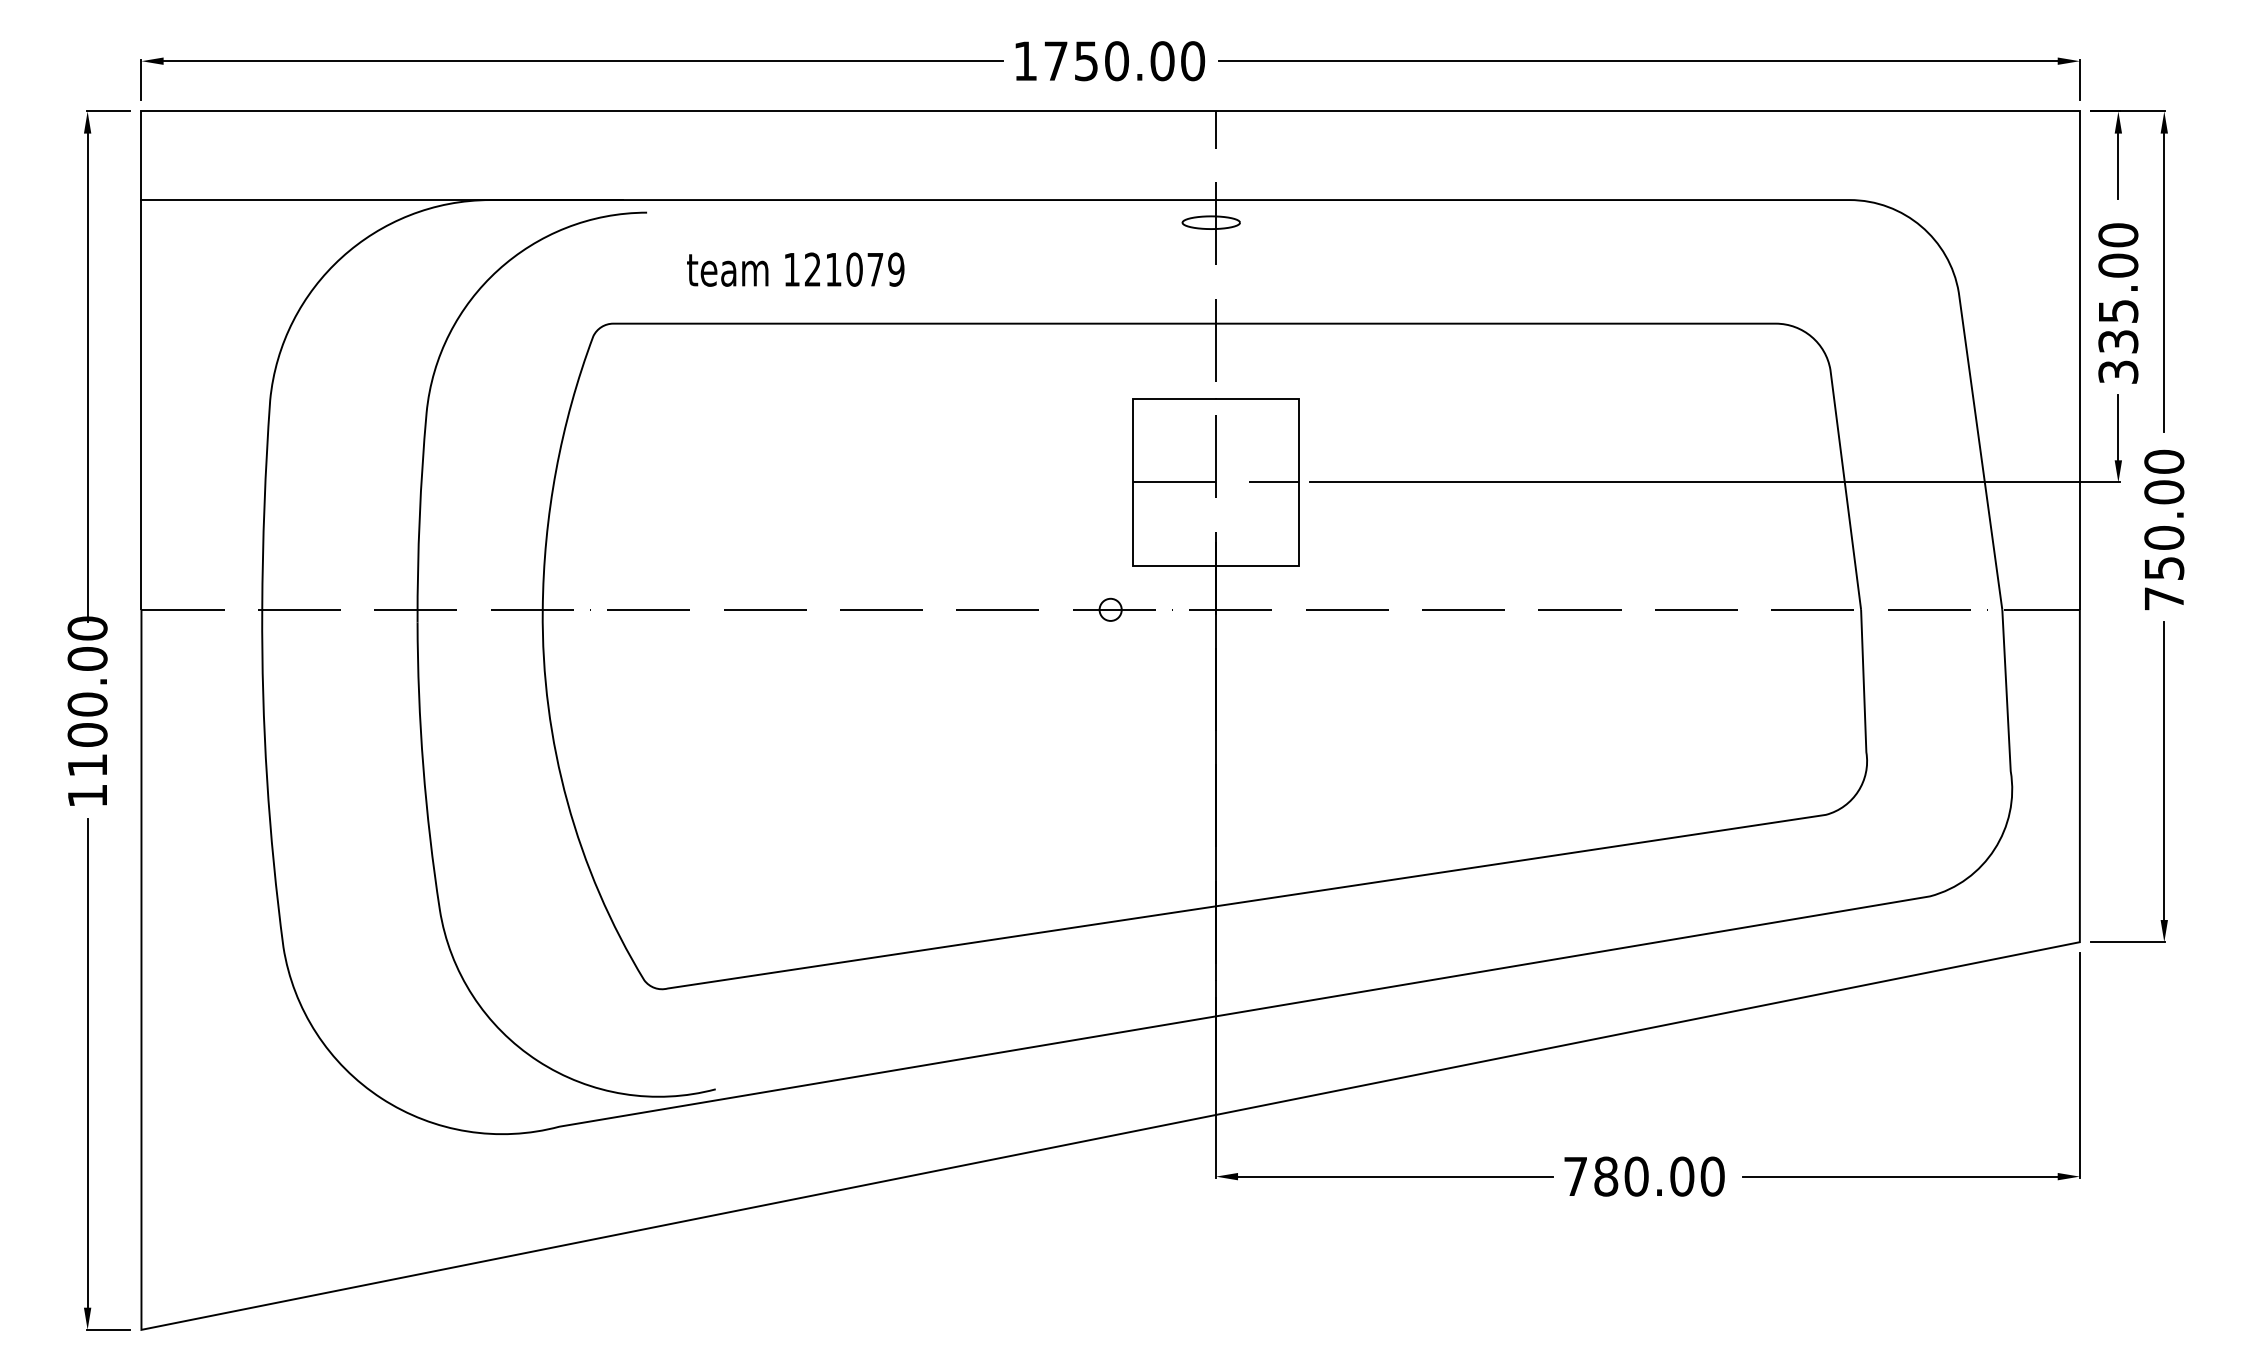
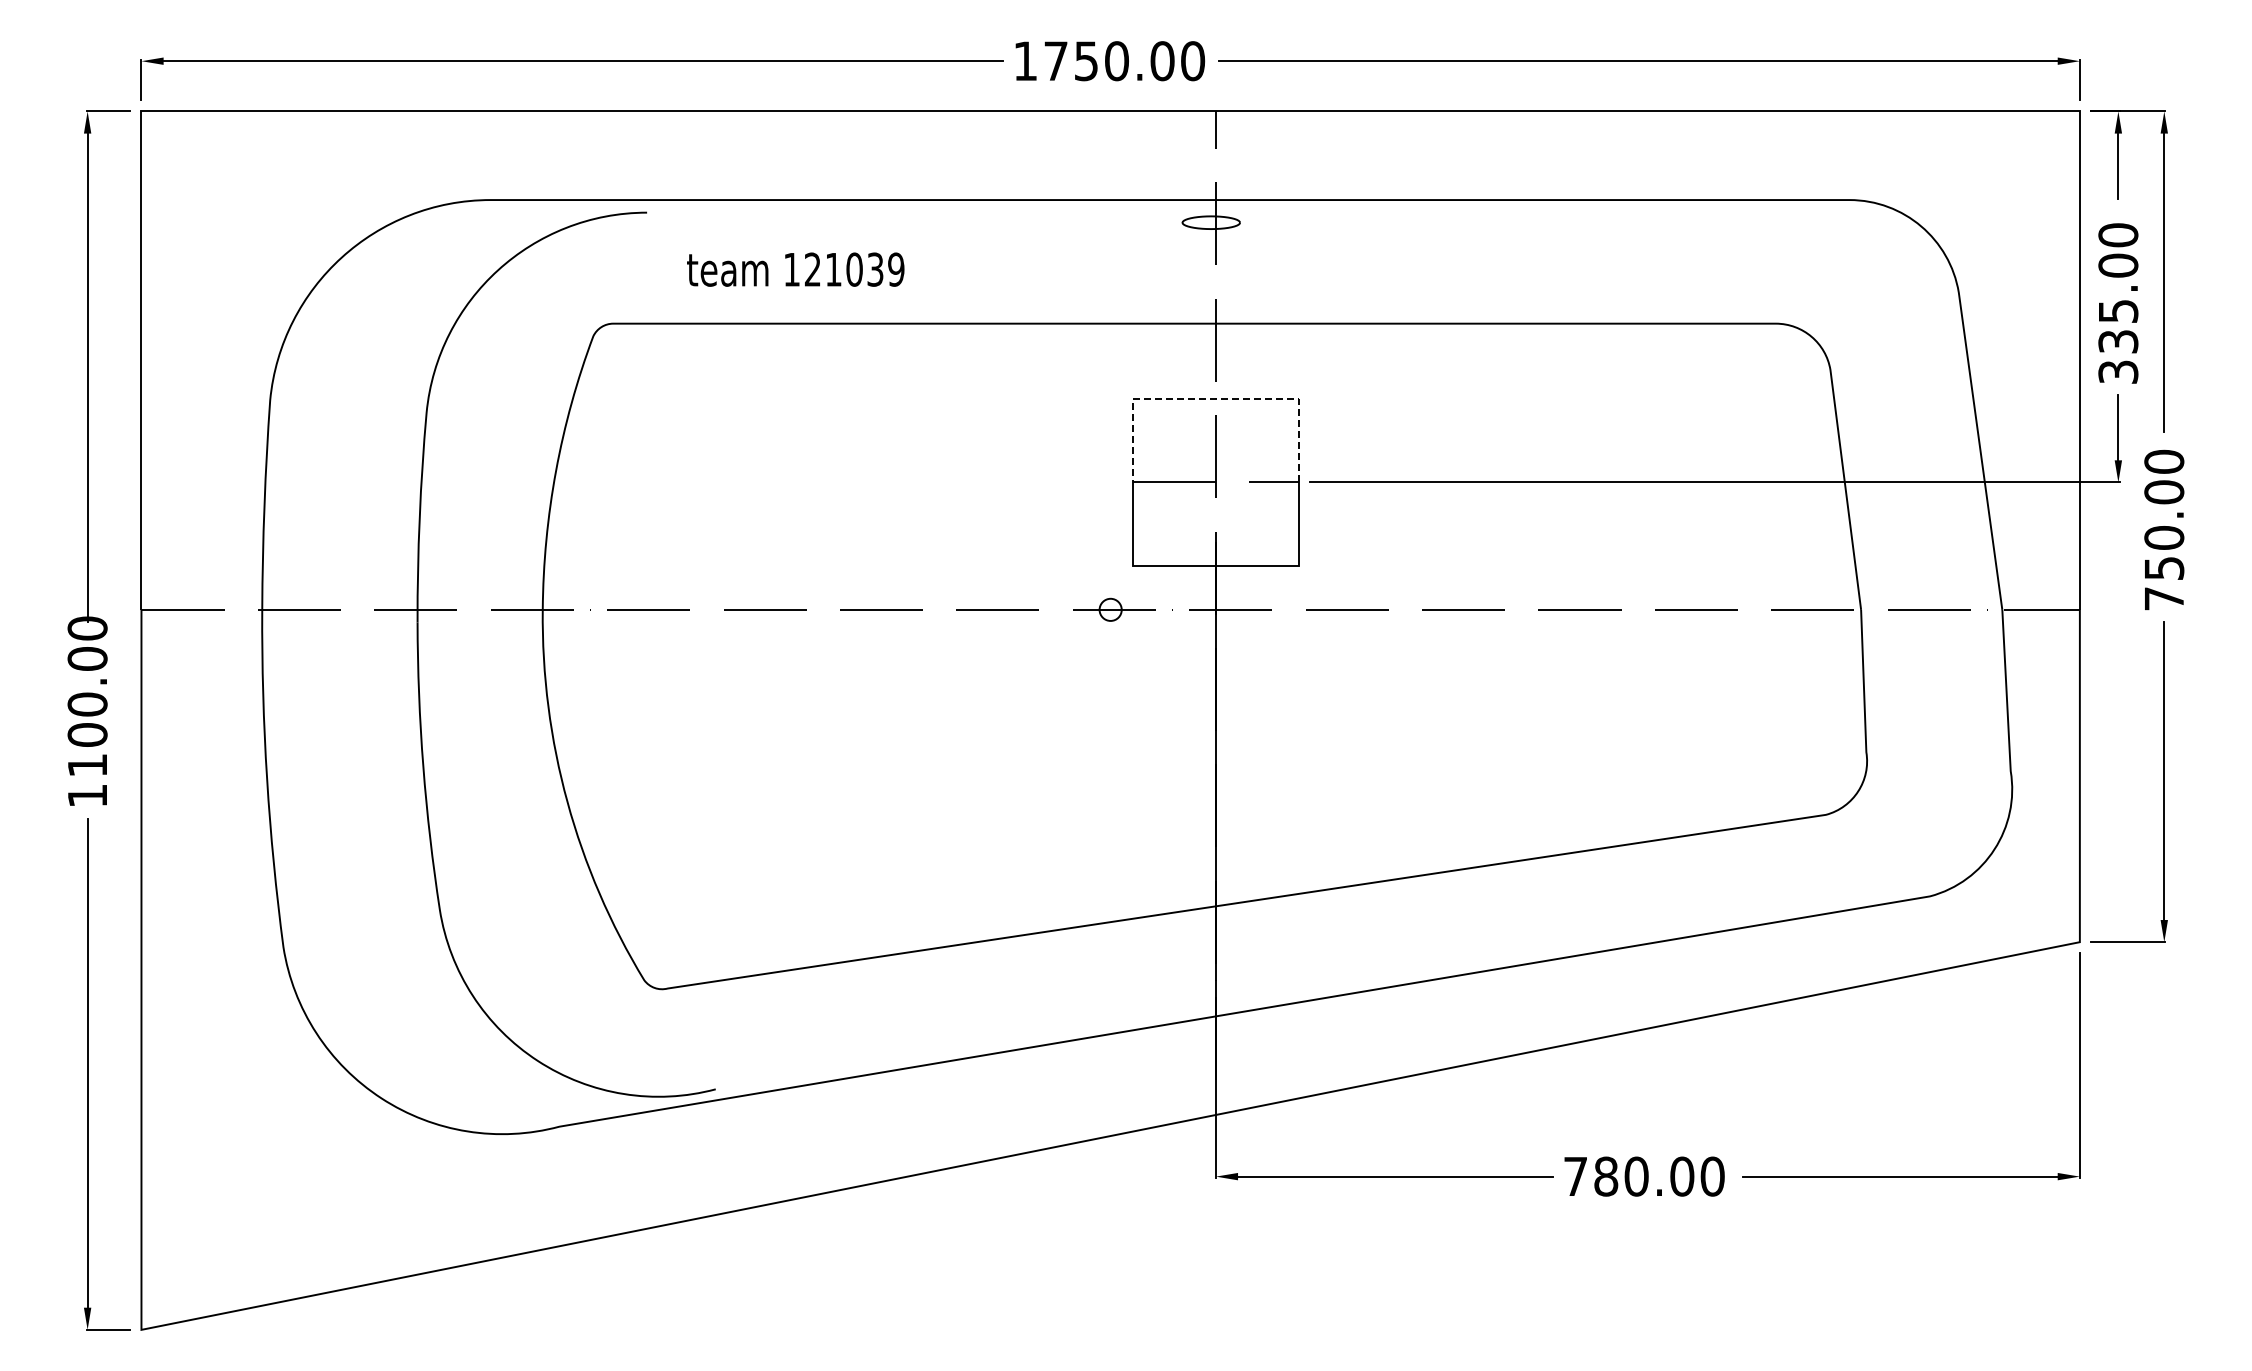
line at (382, 200): present -> none
text at (875, 269): 121079 -> 121039
line at (1215, 399): solid -> dashed
